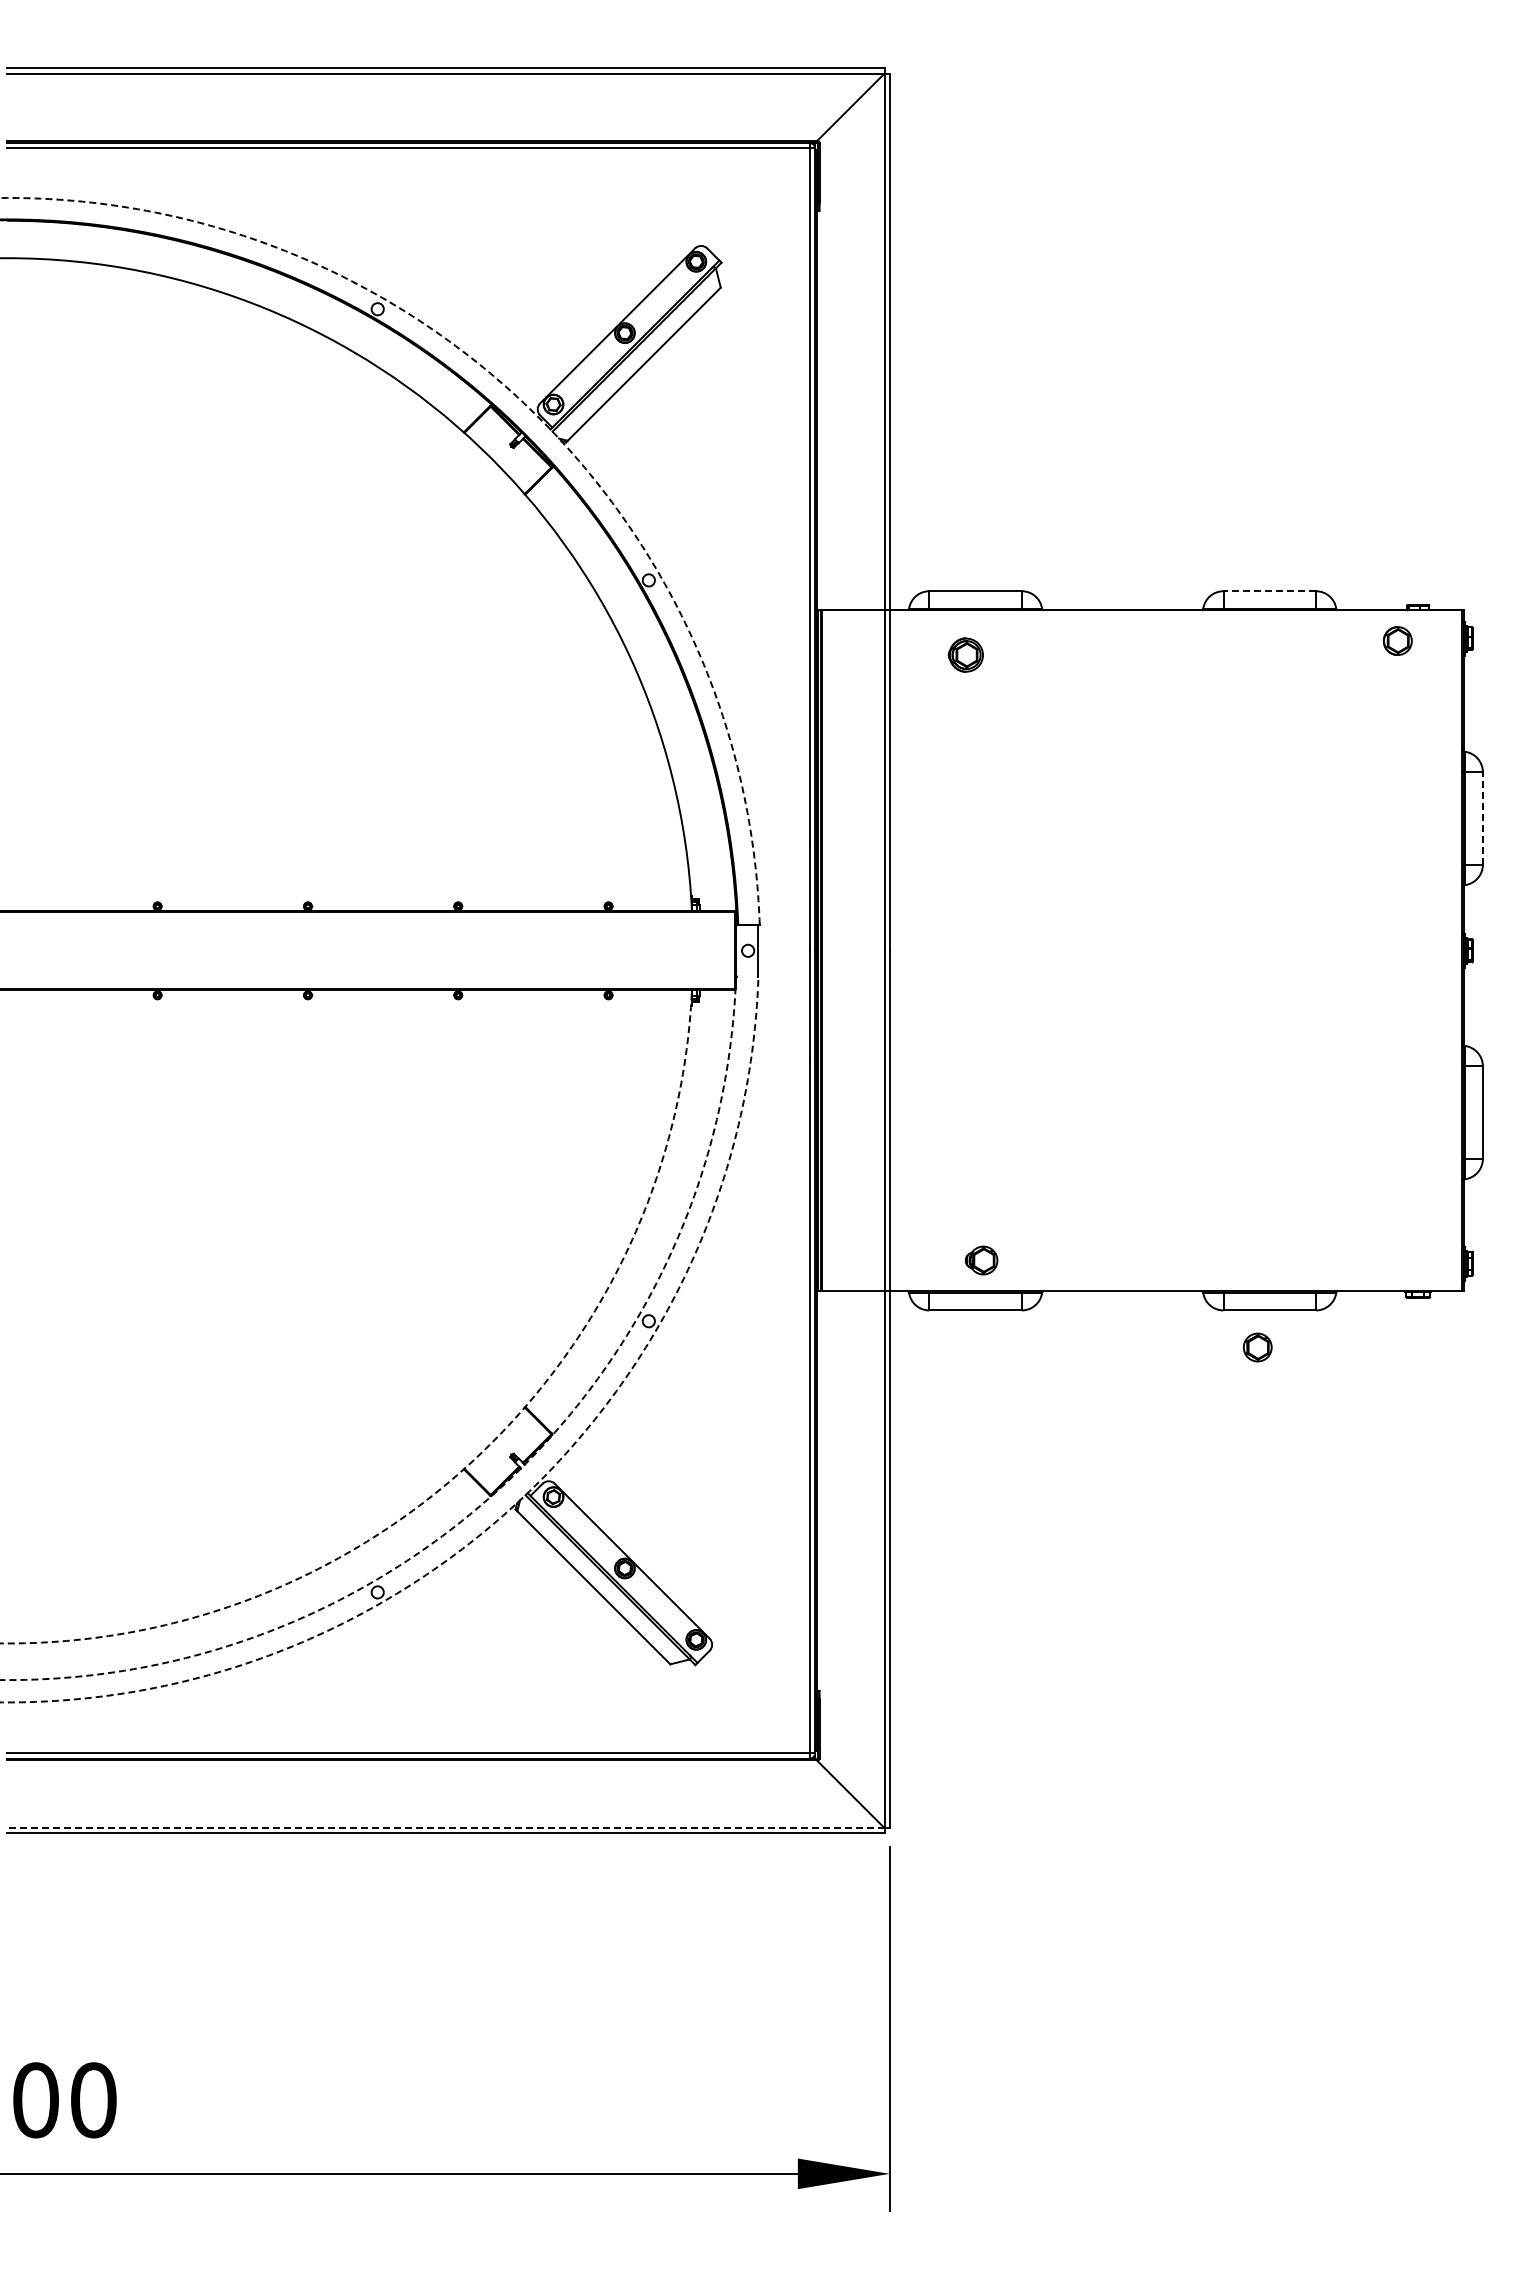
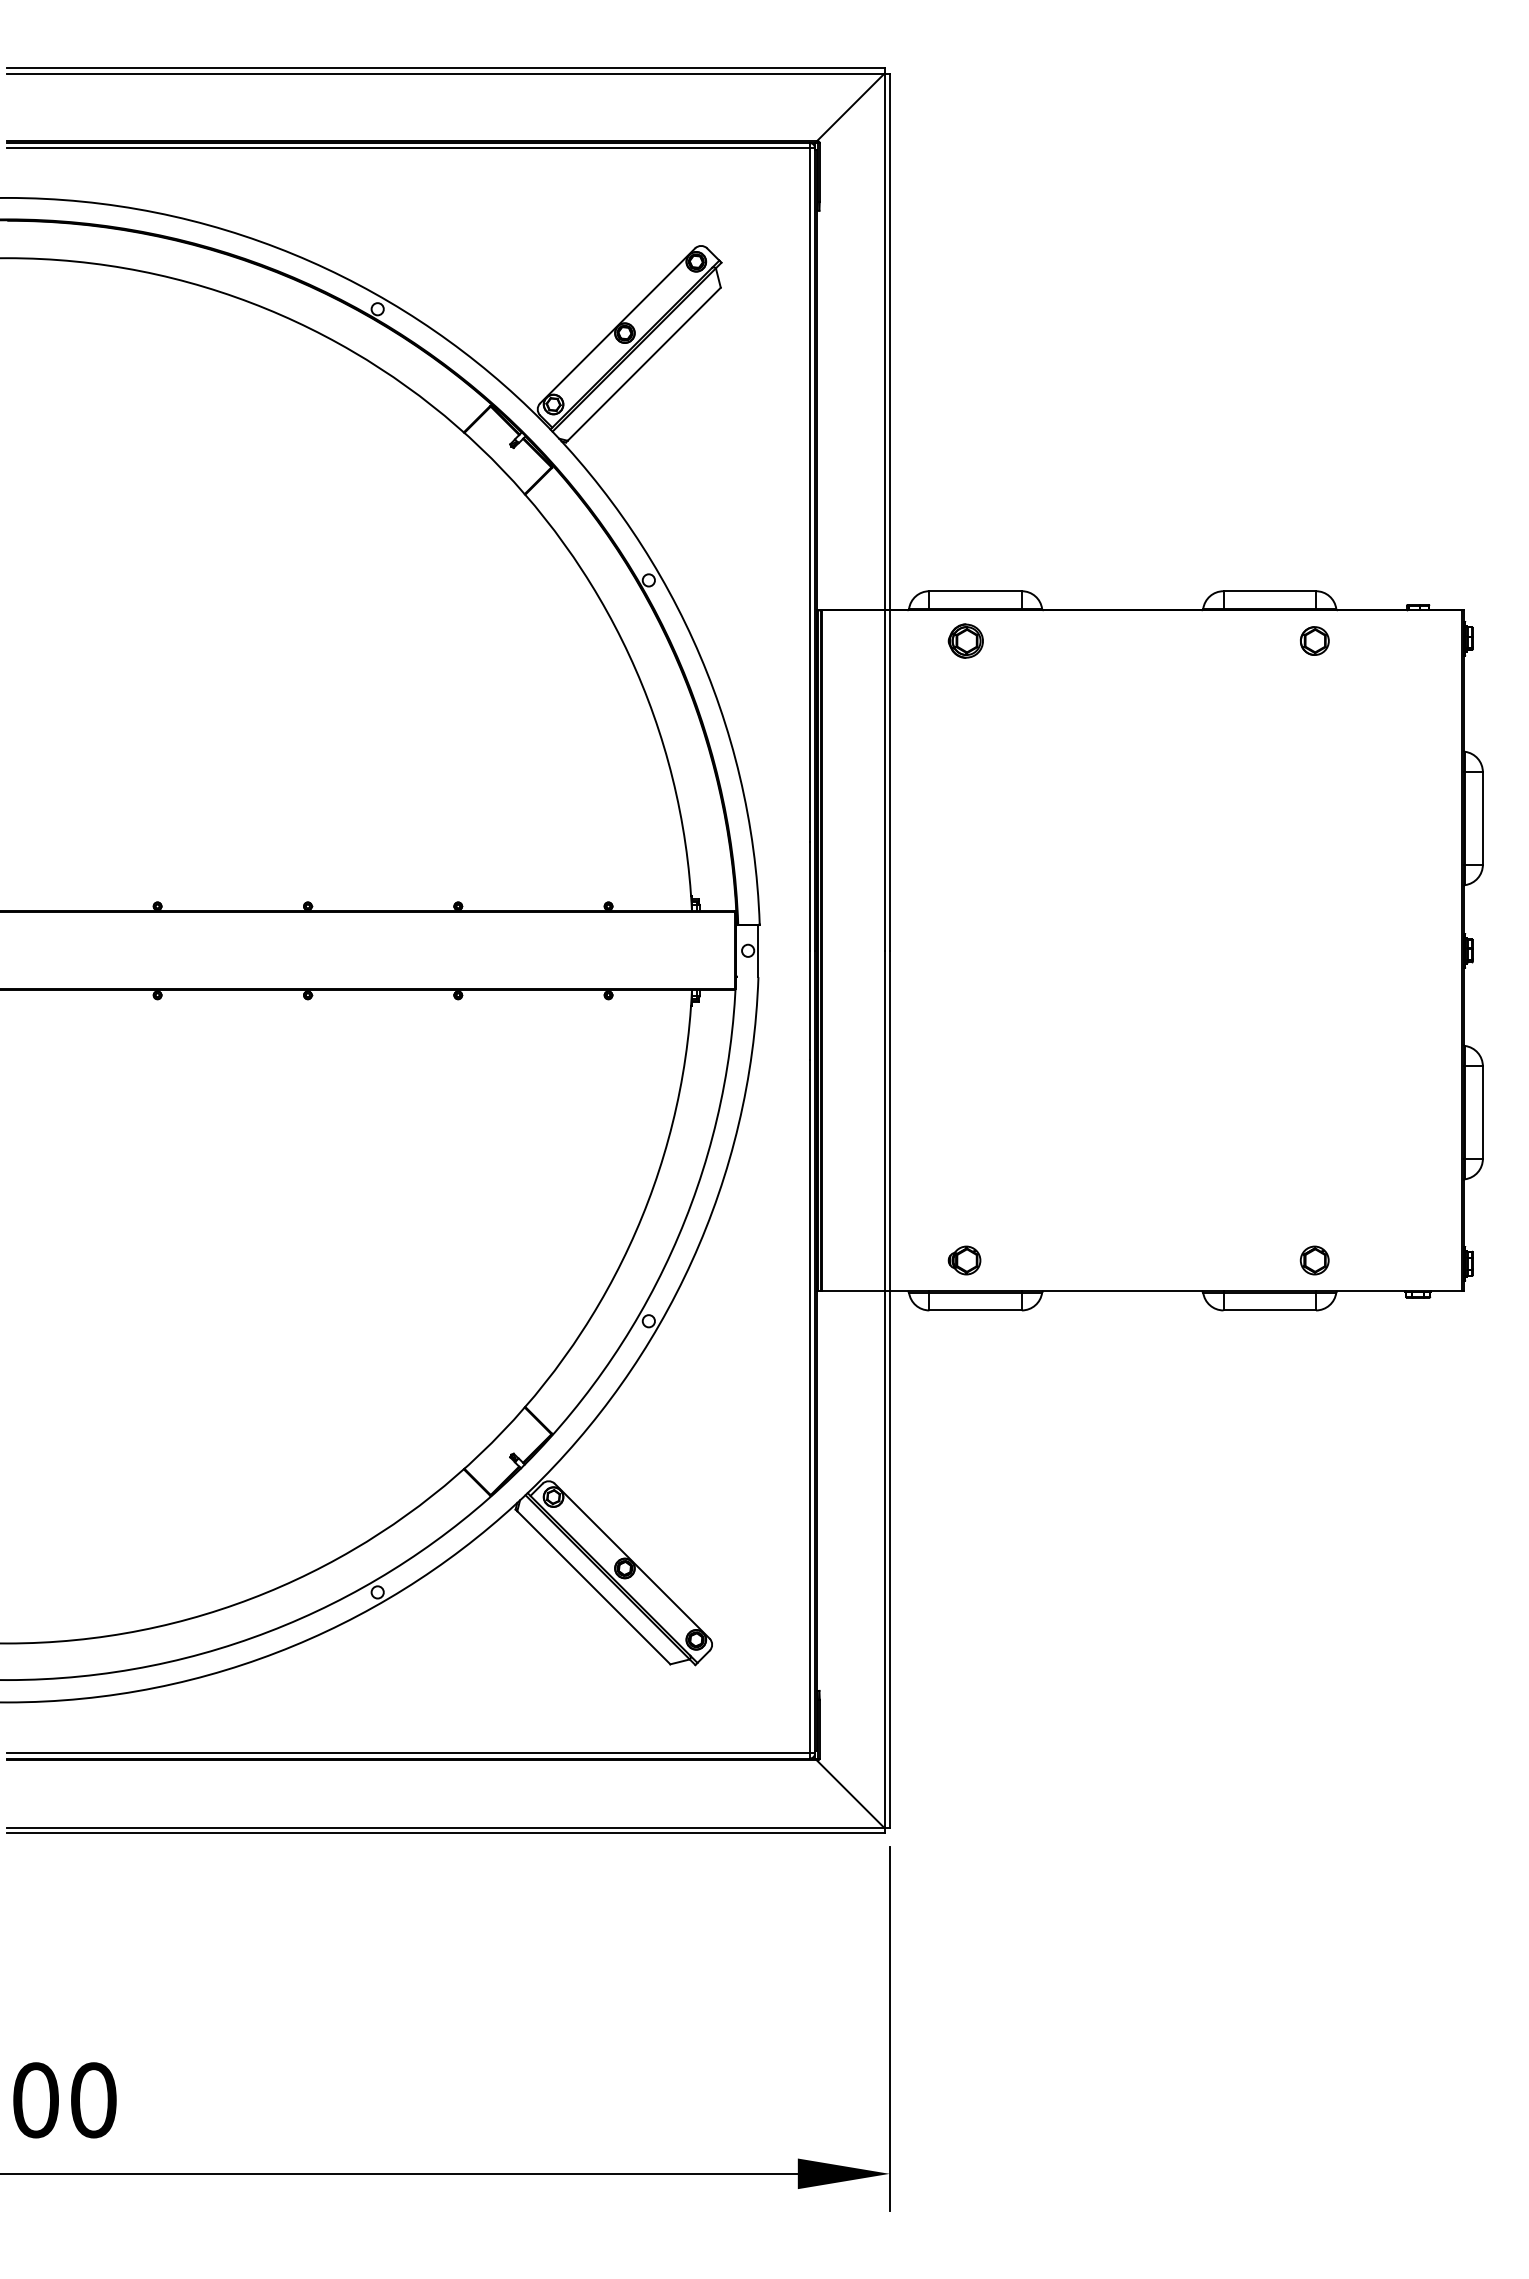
arc at (527, 406): dashed -> solid
line at (1269, 591): dashed -> solid
part at (1397, 640) position: (1397, 640) -> (1314, 640)
part at (965, 654) position: (965, 654) -> (965, 640)
line at (1482, 817): dashed -> solid
part at (981, 1260) position: (981, 1260) -> (964, 1260)
part at (1257, 1347) position: (1257, 1347) -> (1314, 1260)
arc at (478, 1456): dashed -> solid
arc at (511, 1477): dashed -> solid
arc at (527, 1493): dashed -> solid
line at (445, 1828): dashed -> solid
